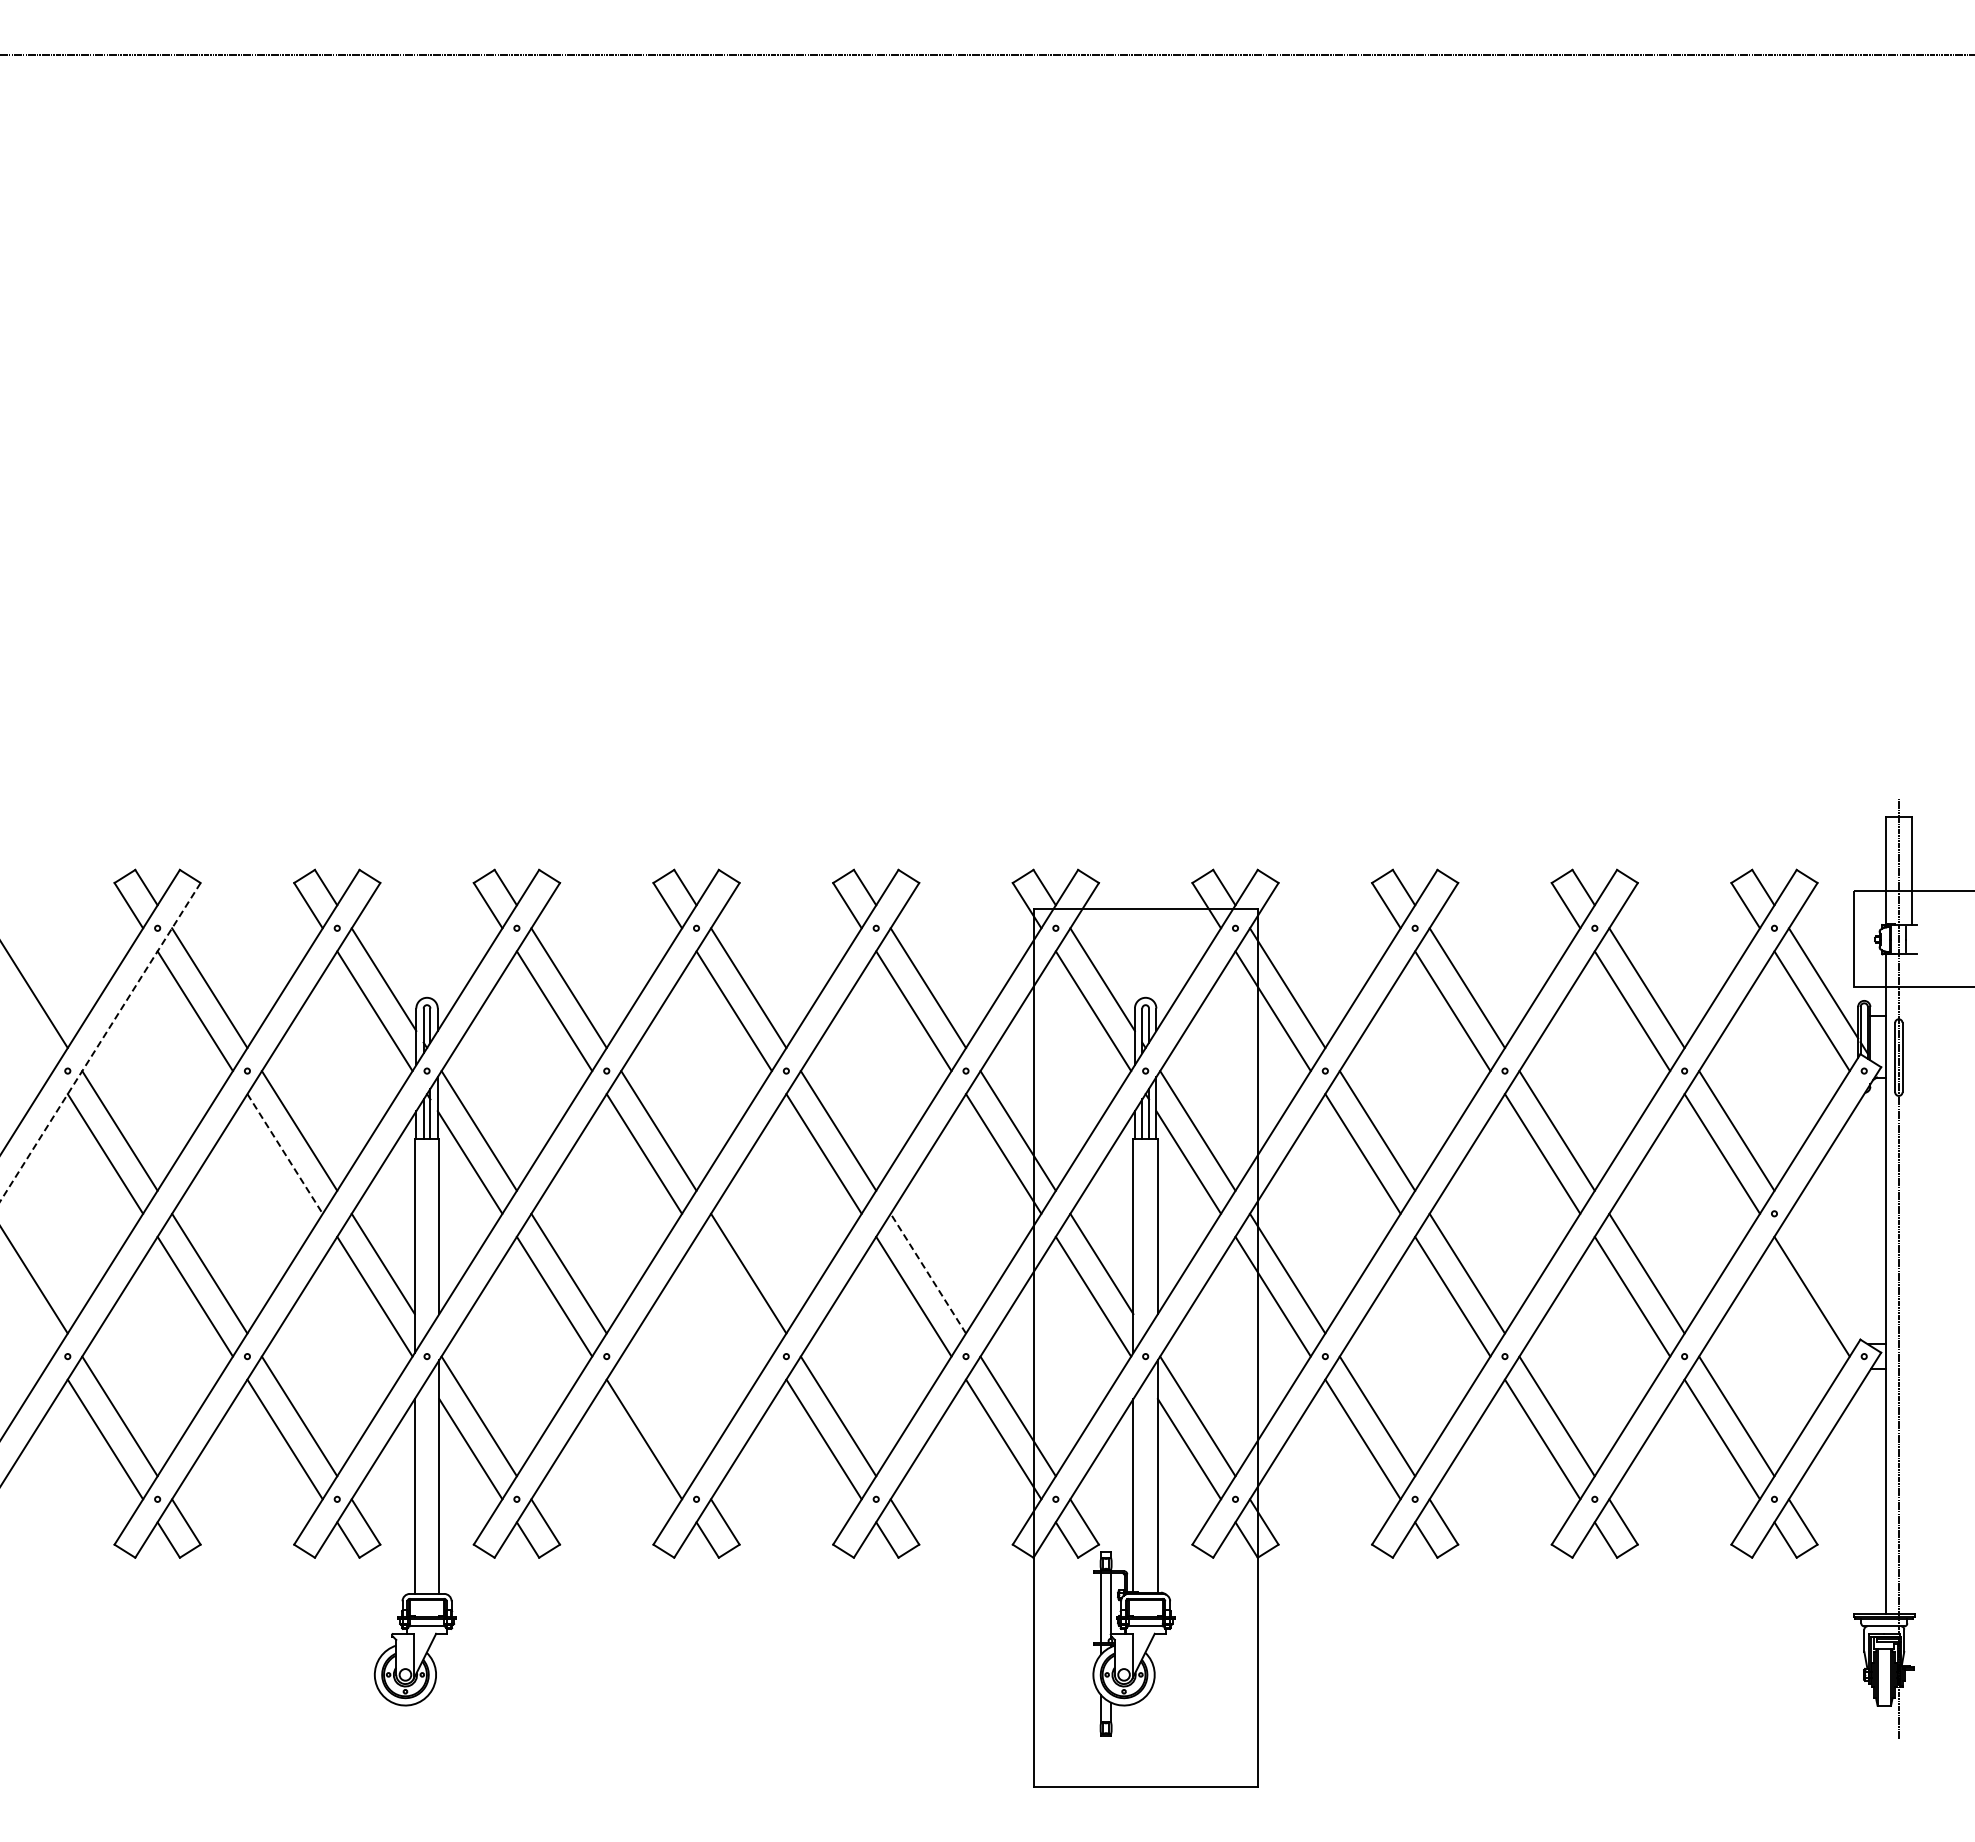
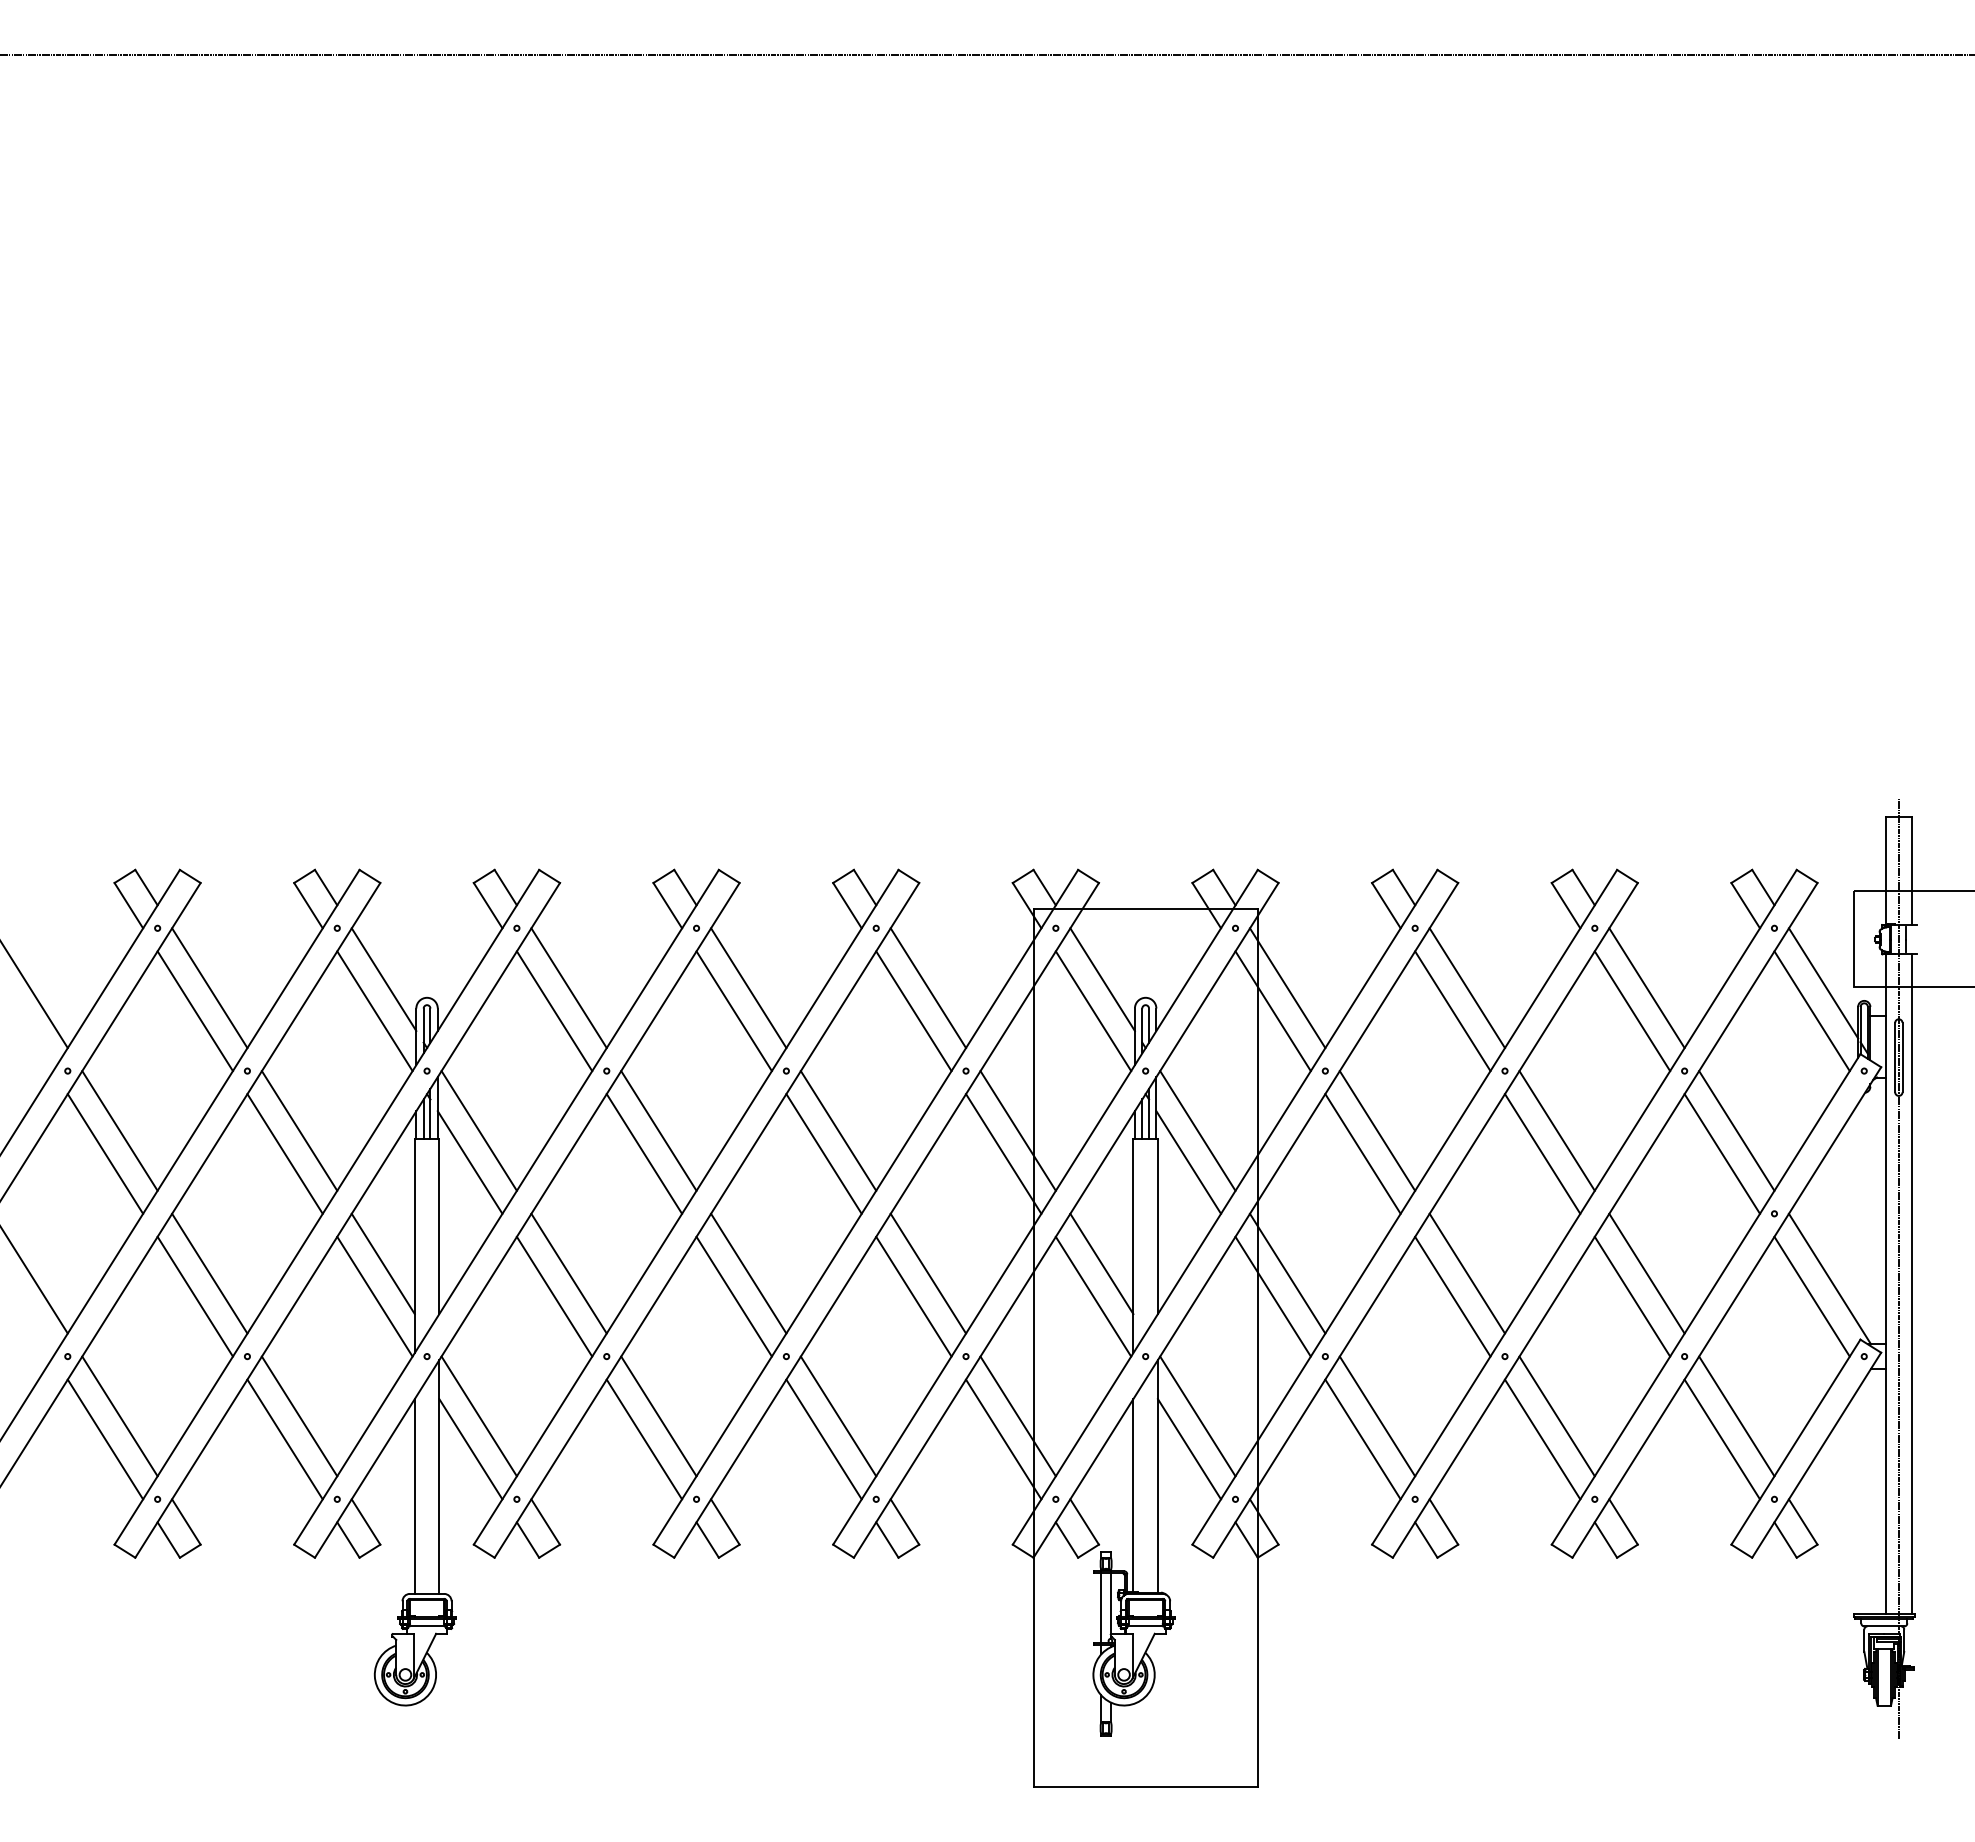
line at (100, 1042): dashed -> solid
line at (285, 1153): dashed -> solid
line at (928, 1273): dashed -> solid
line at (1829, 1278): none -> present
line at (1911, 1284): none -> present
line at (733, 1296): none -> present
line at (658, 1416): none -> present
